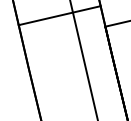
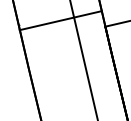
line at (59, 15) position: (59, 15) -> (60, 20)
